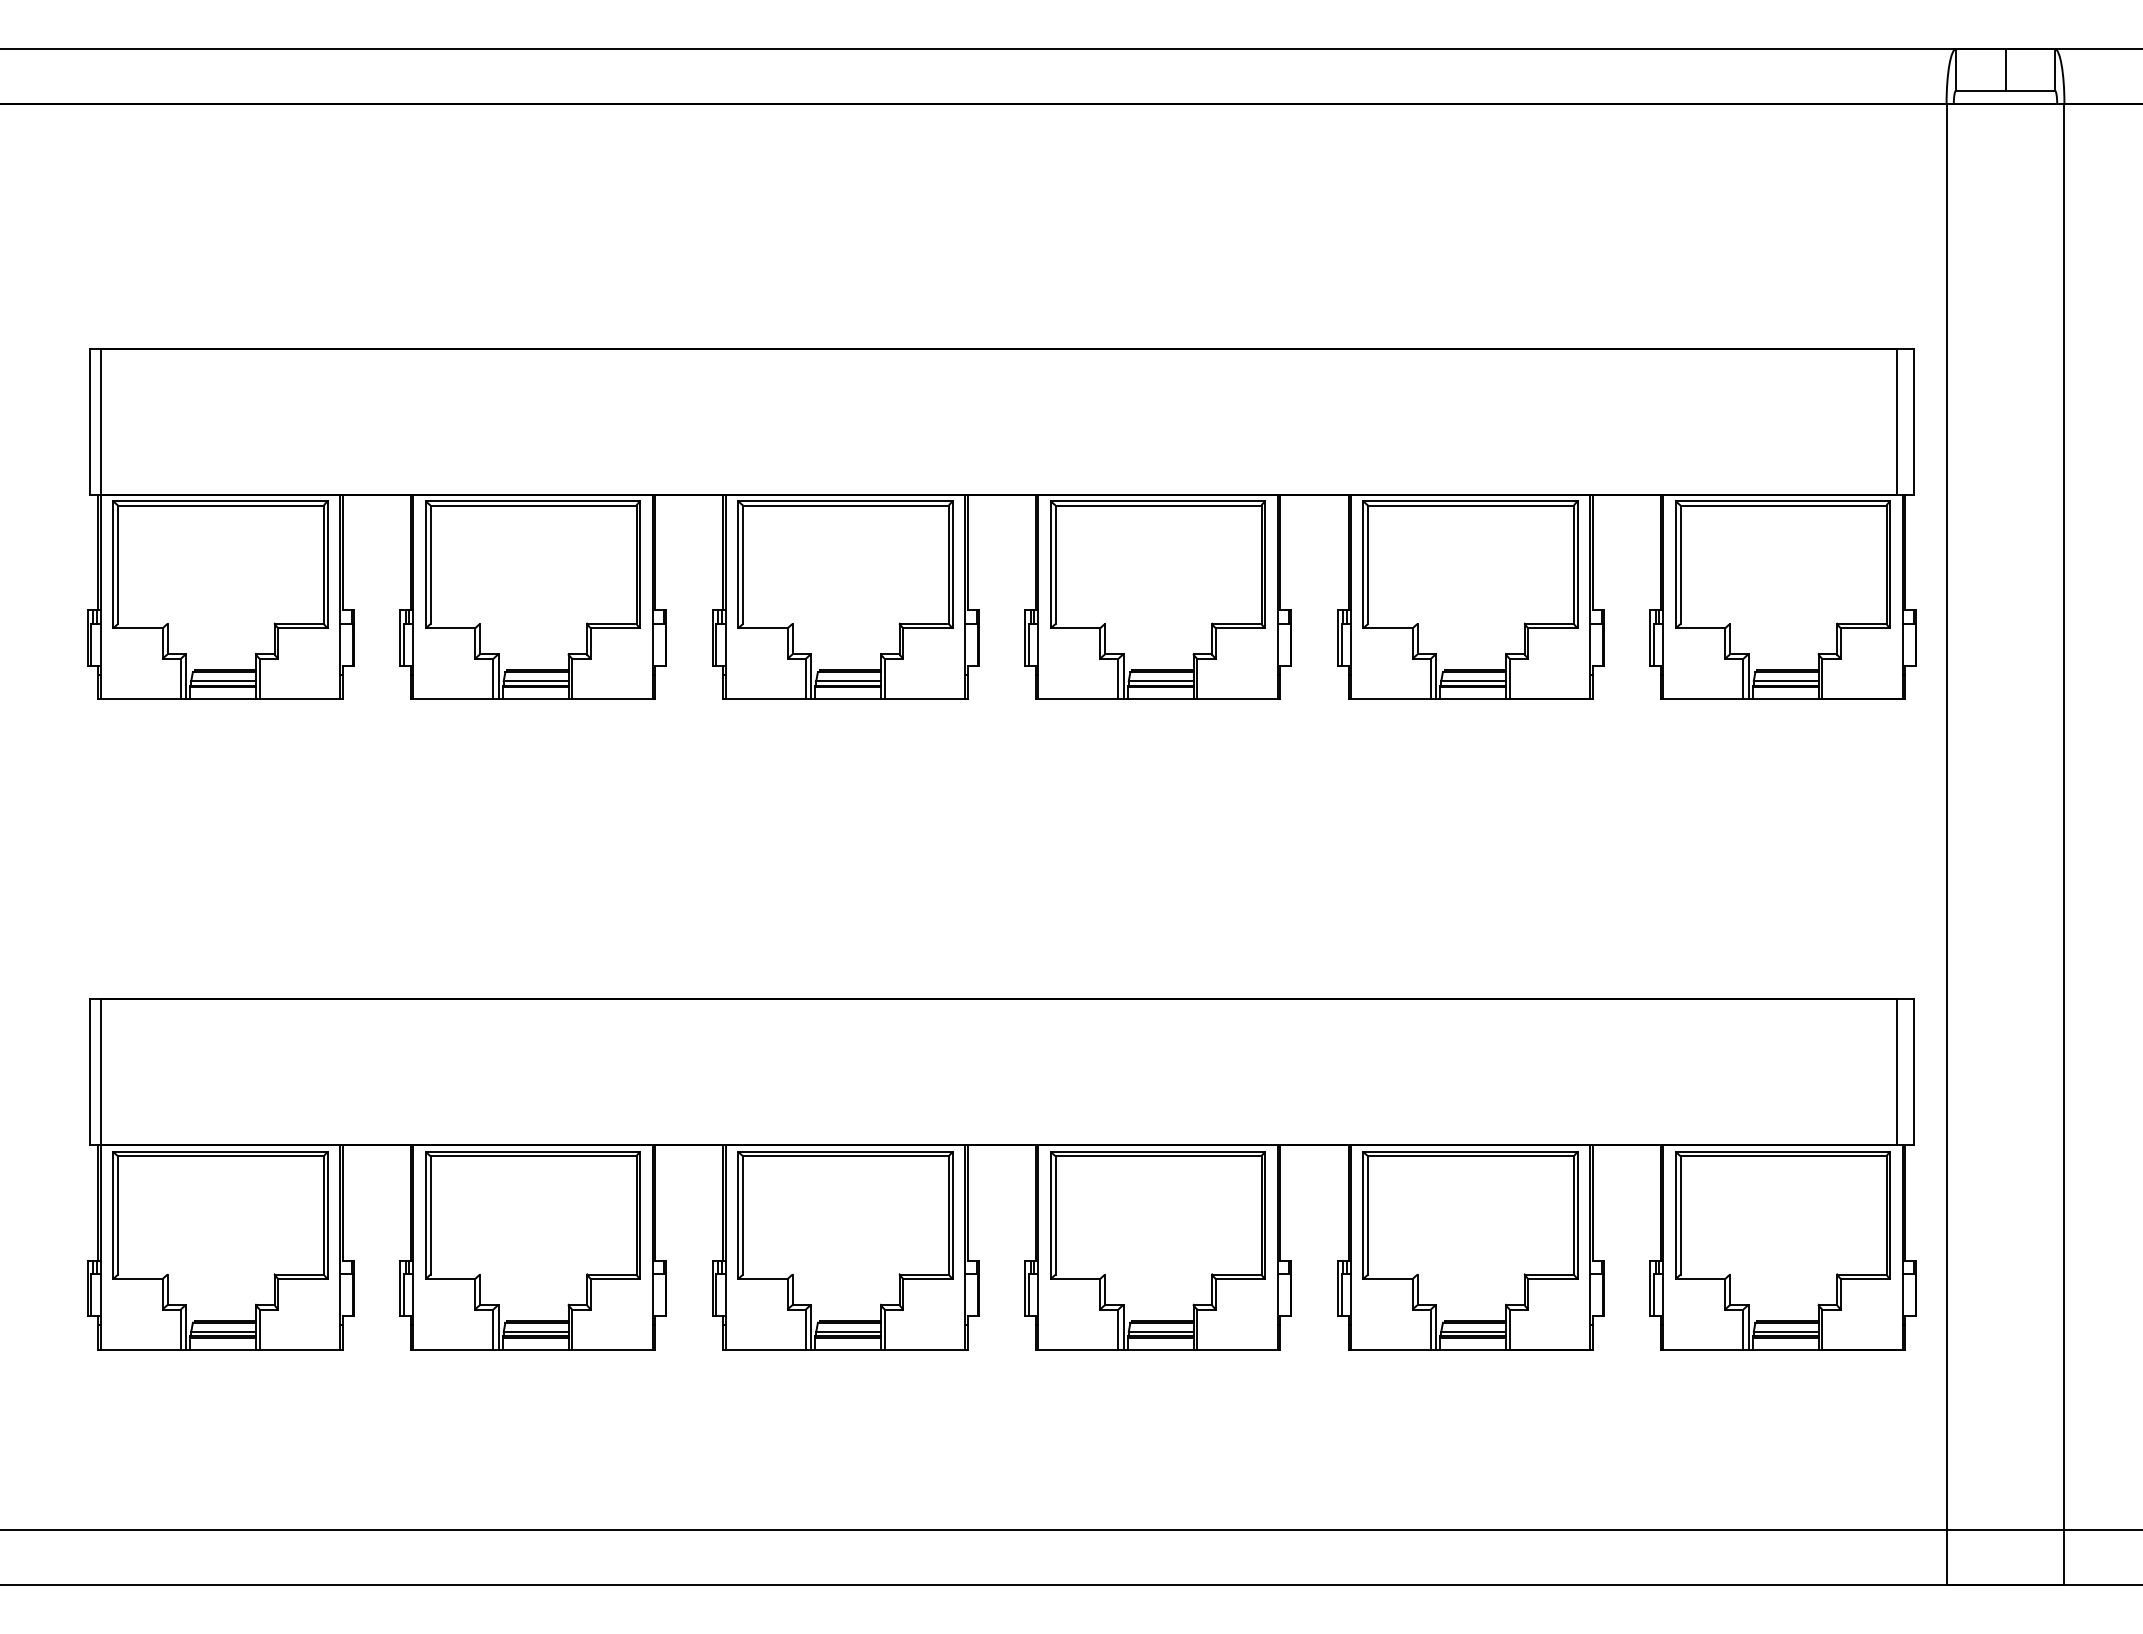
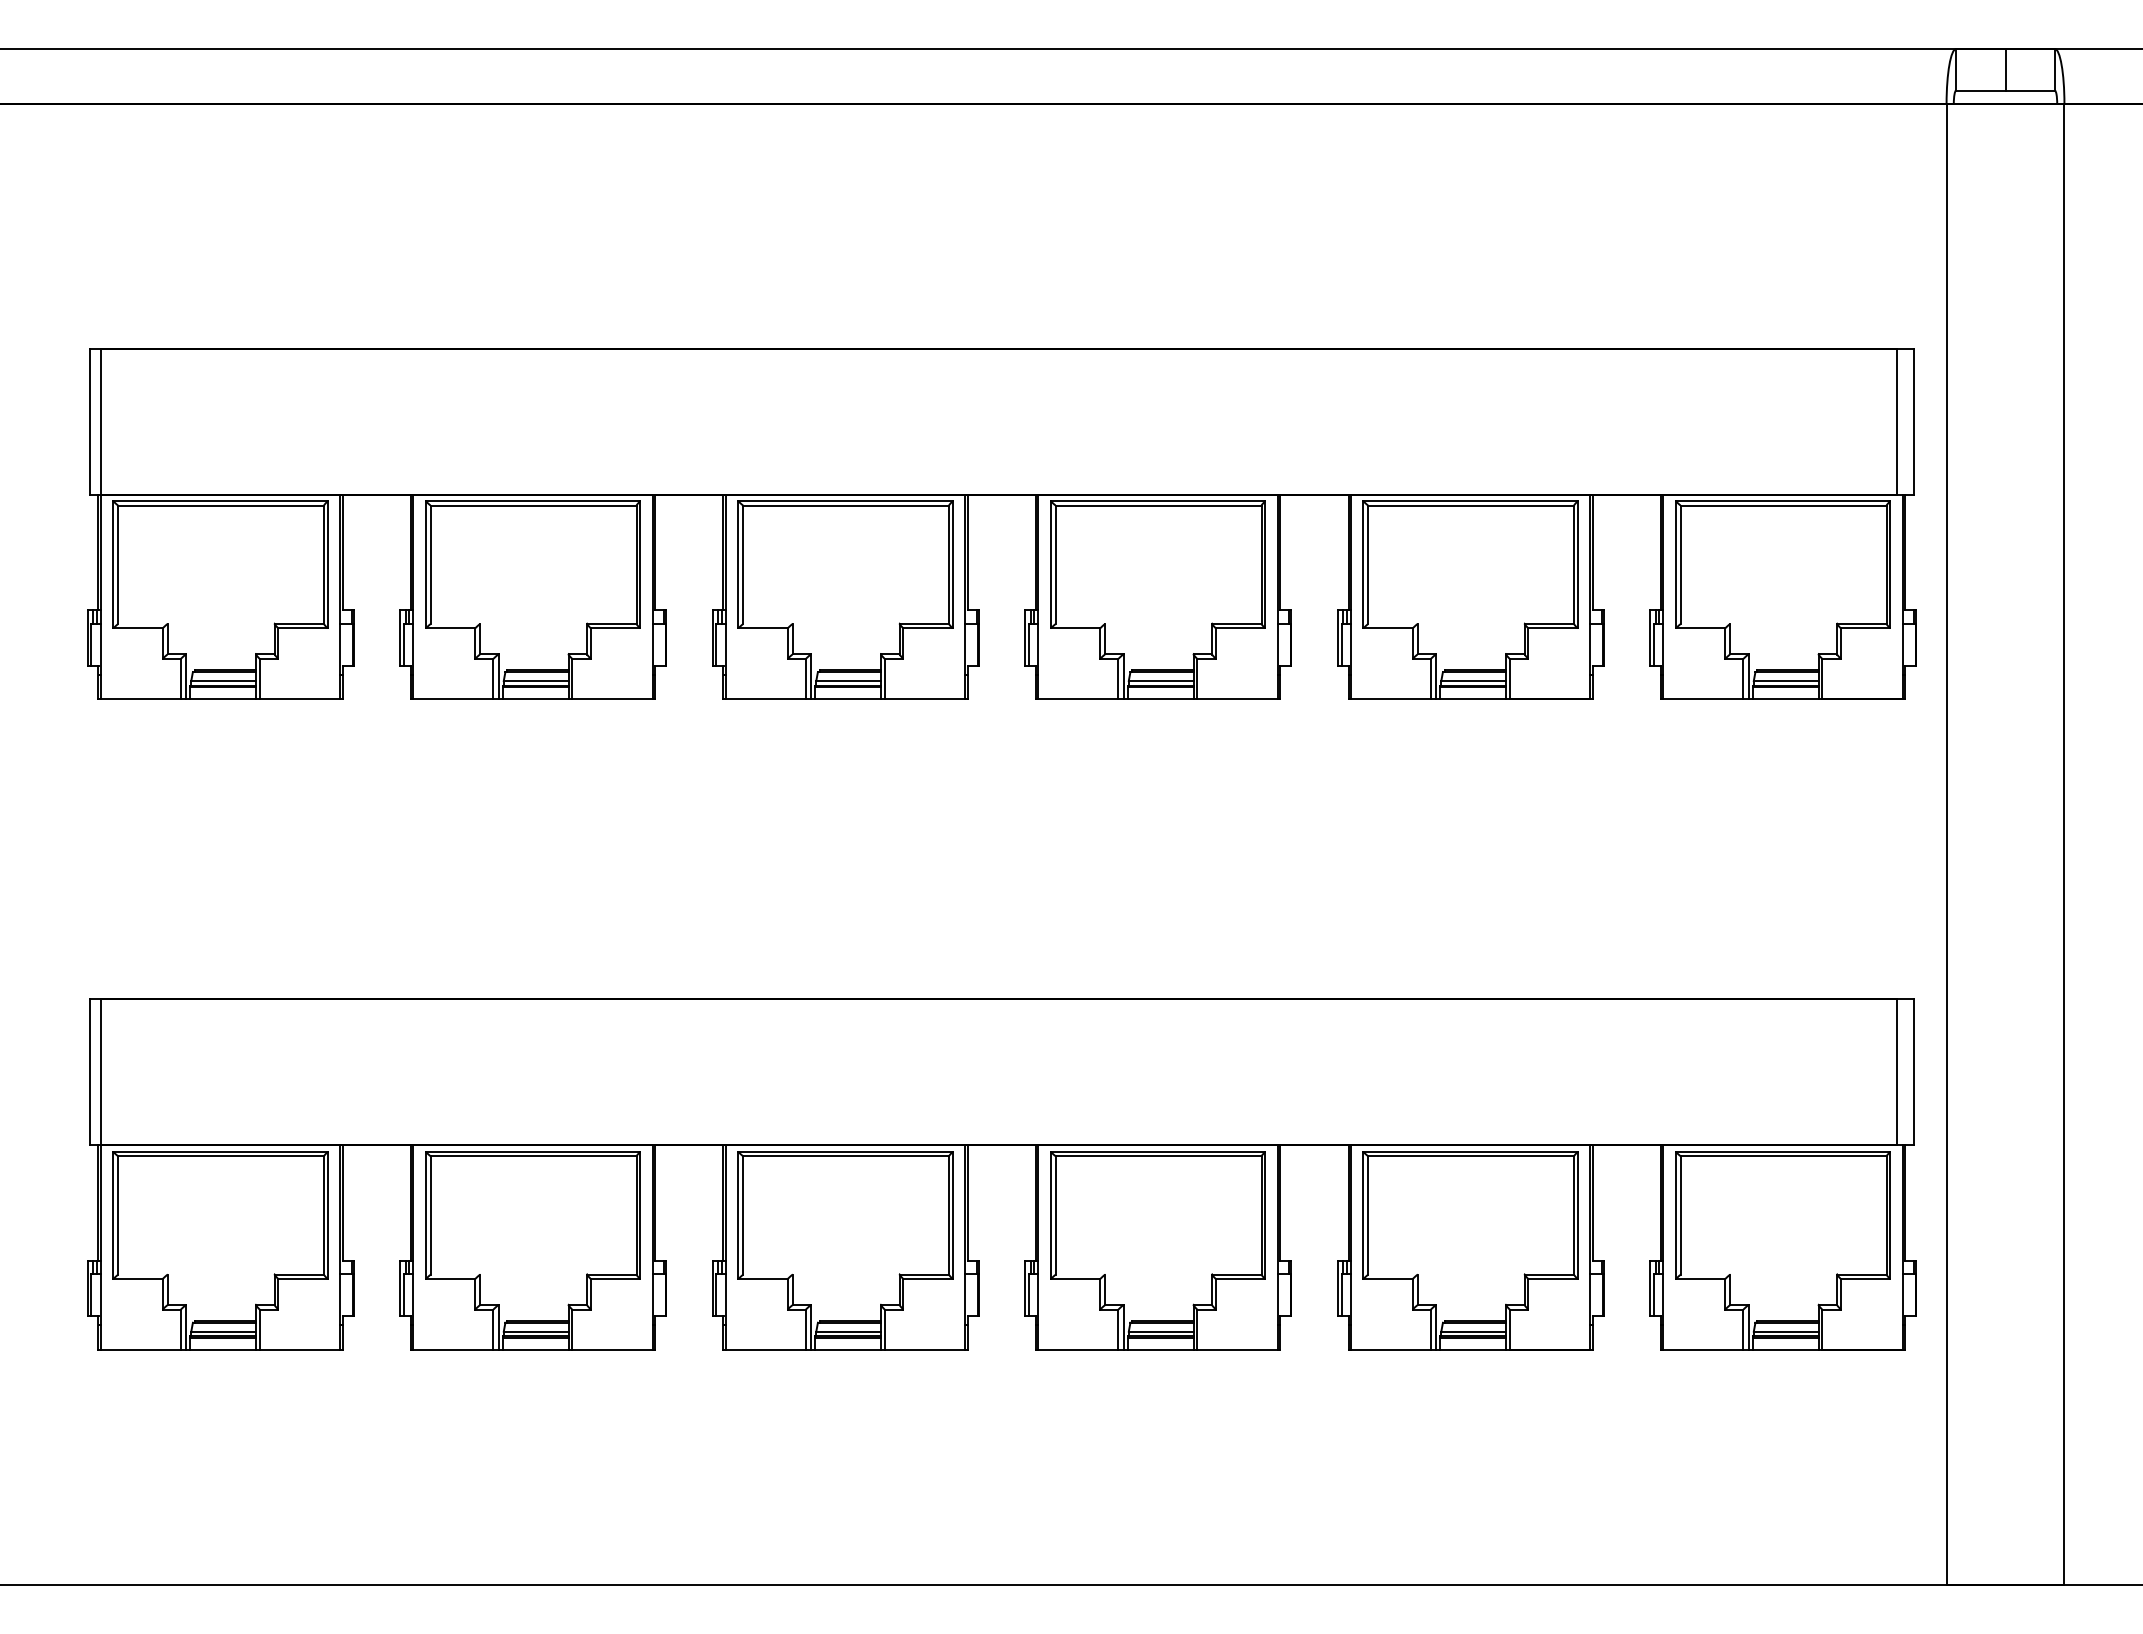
line at (1070, 1530): present -> none
